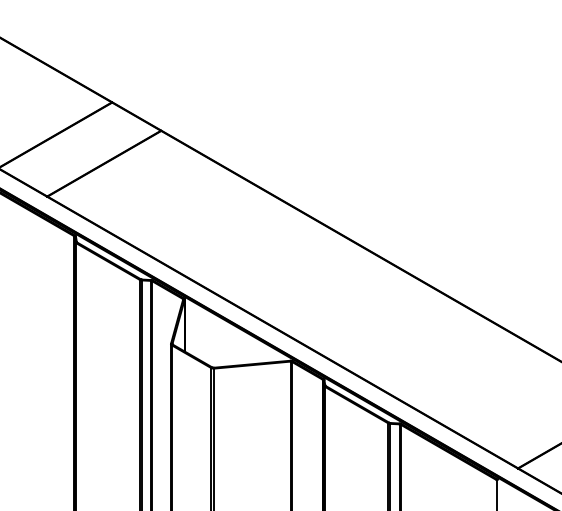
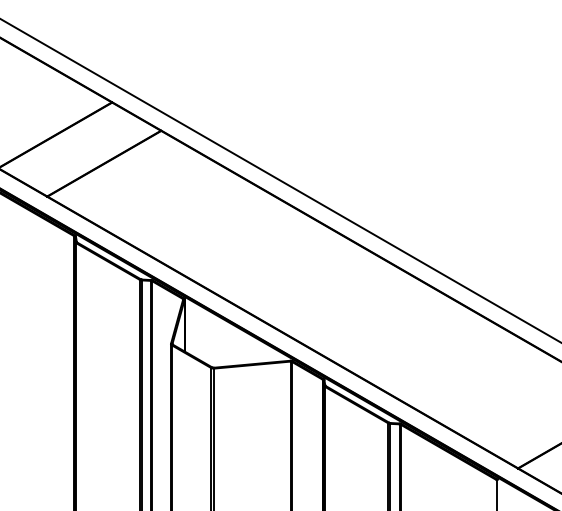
line at (280, 180): none -> present
